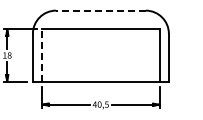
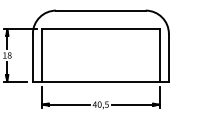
line at (100, 10): dashed -> solid
line at (42, 54): dashed -> solid
